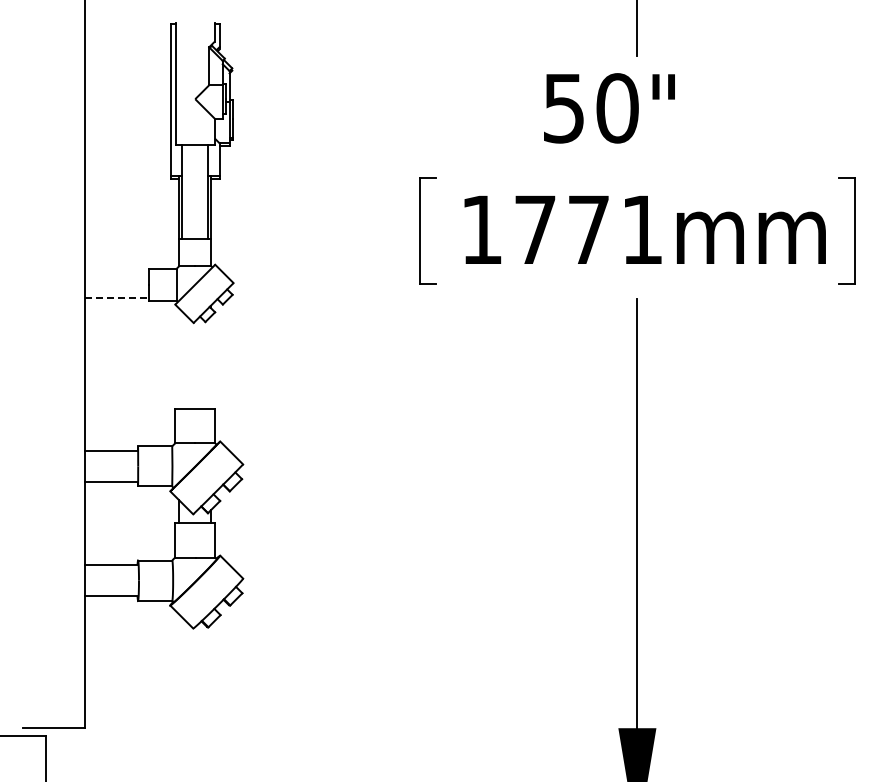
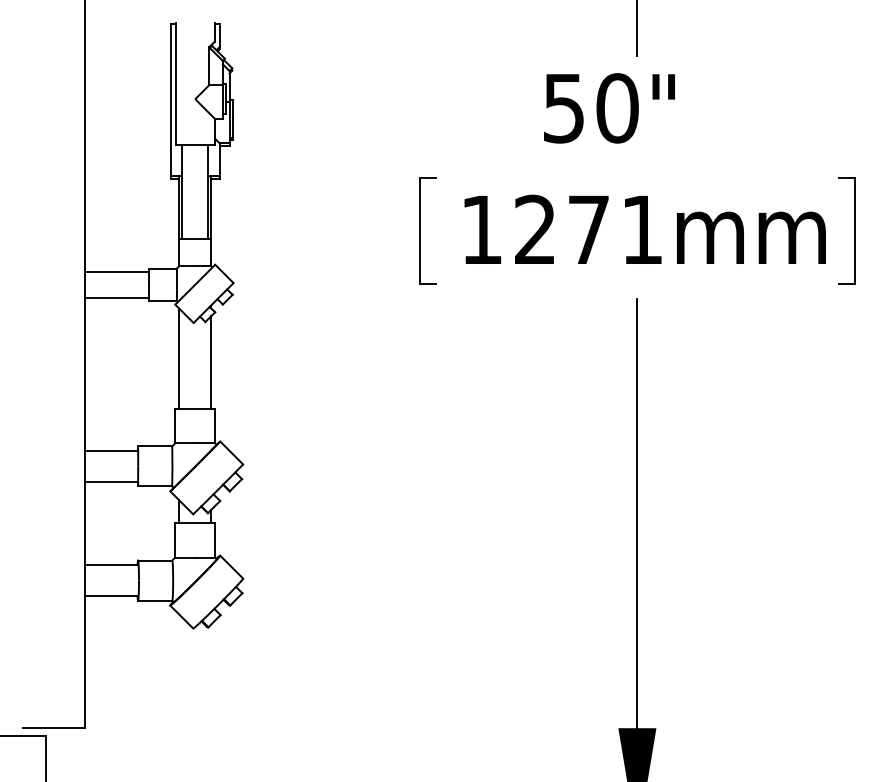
text at (535, 228): 1771mm -> 1271mm
line at (116, 271): none -> present
line at (117, 297): dashed -> solid
line at (179, 358): none -> present
line at (211, 362): none -> present
